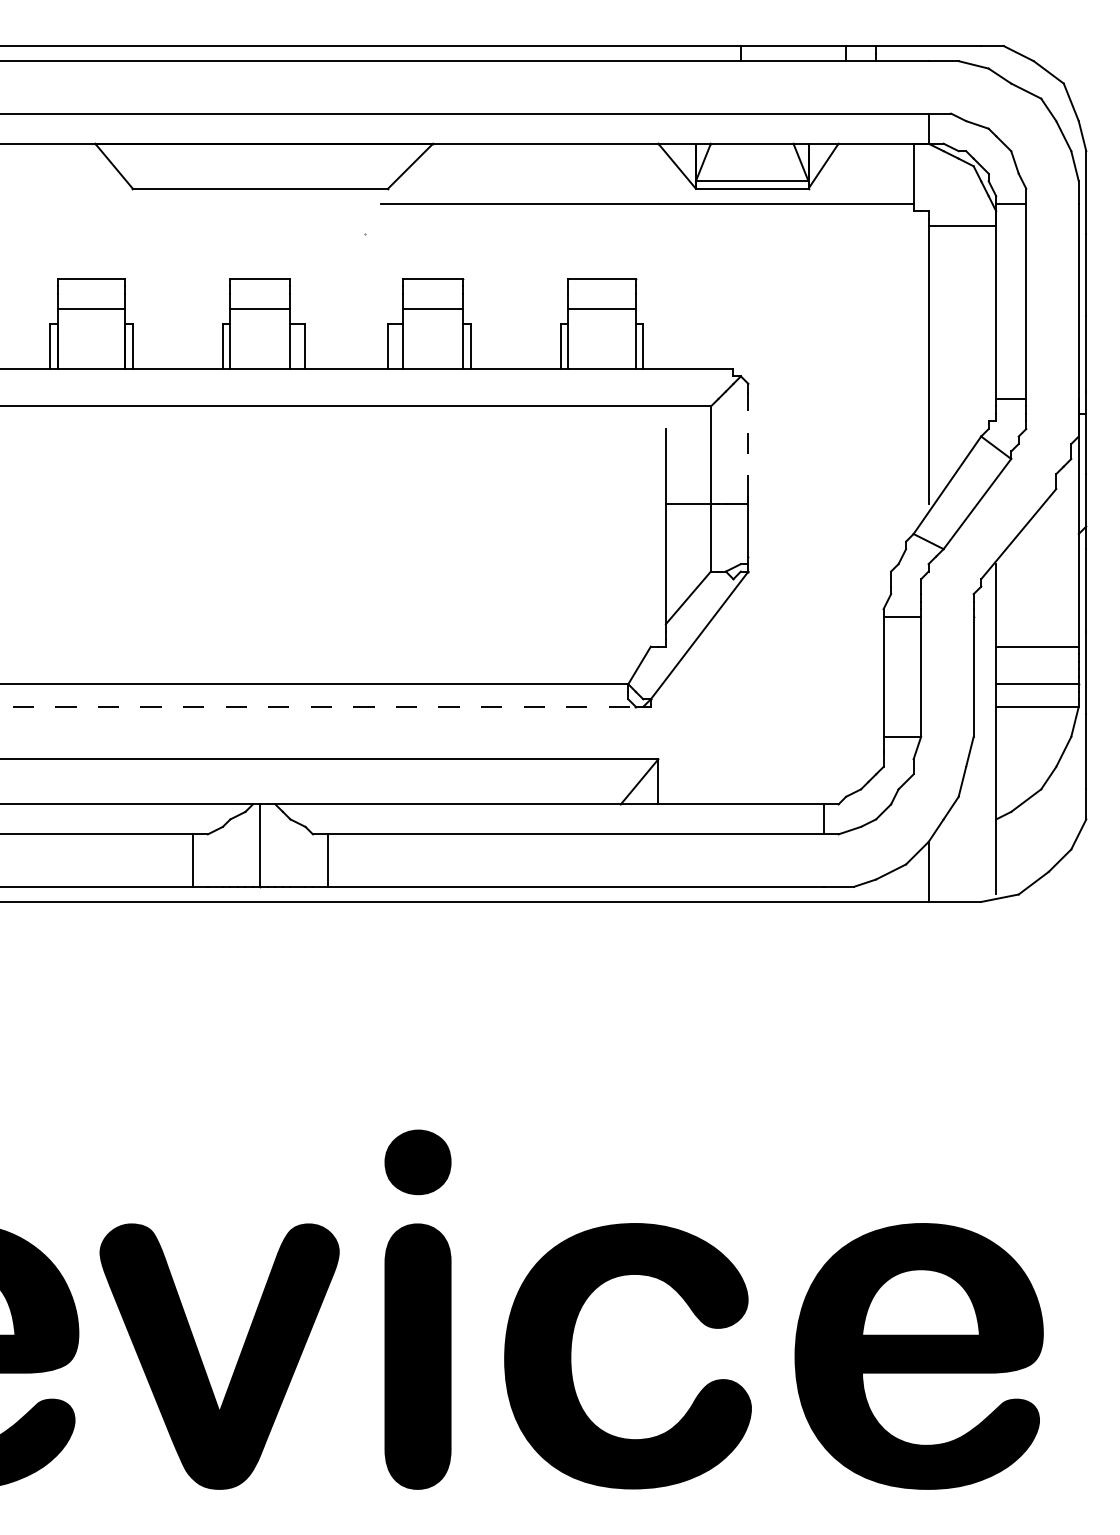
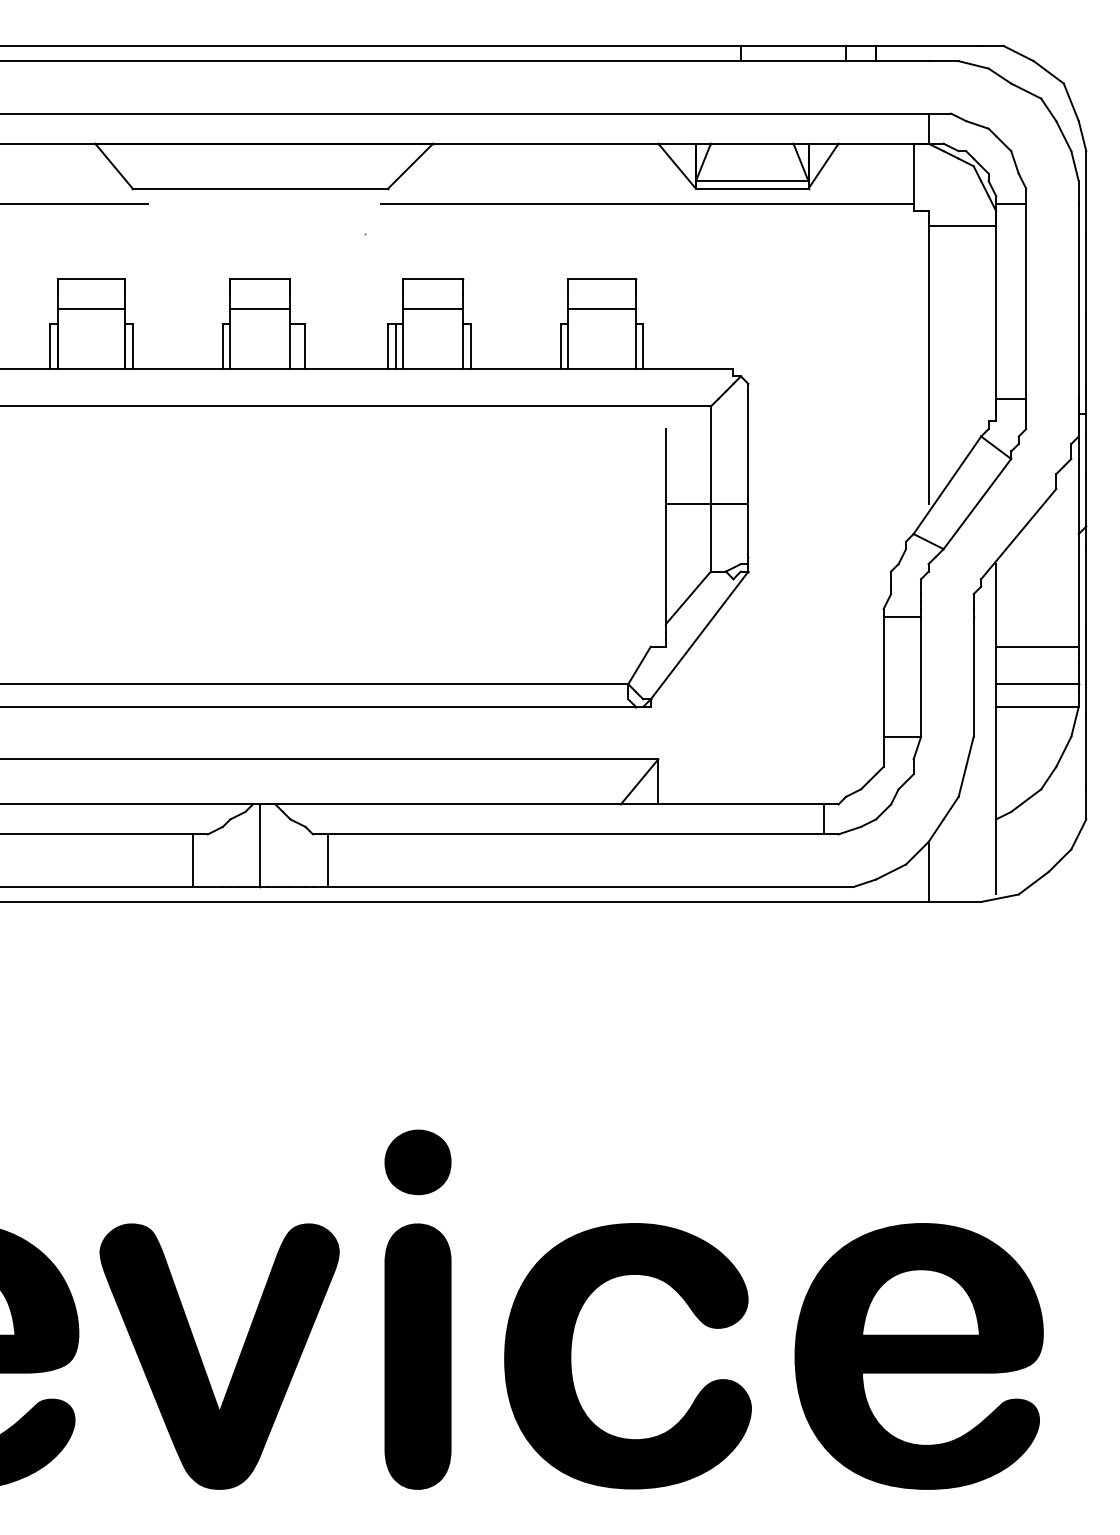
line at (74, 203): none -> present
line at (395, 345): none -> present
line at (748, 444): dashed -> solid
line at (317, 706): dashed -> solid
